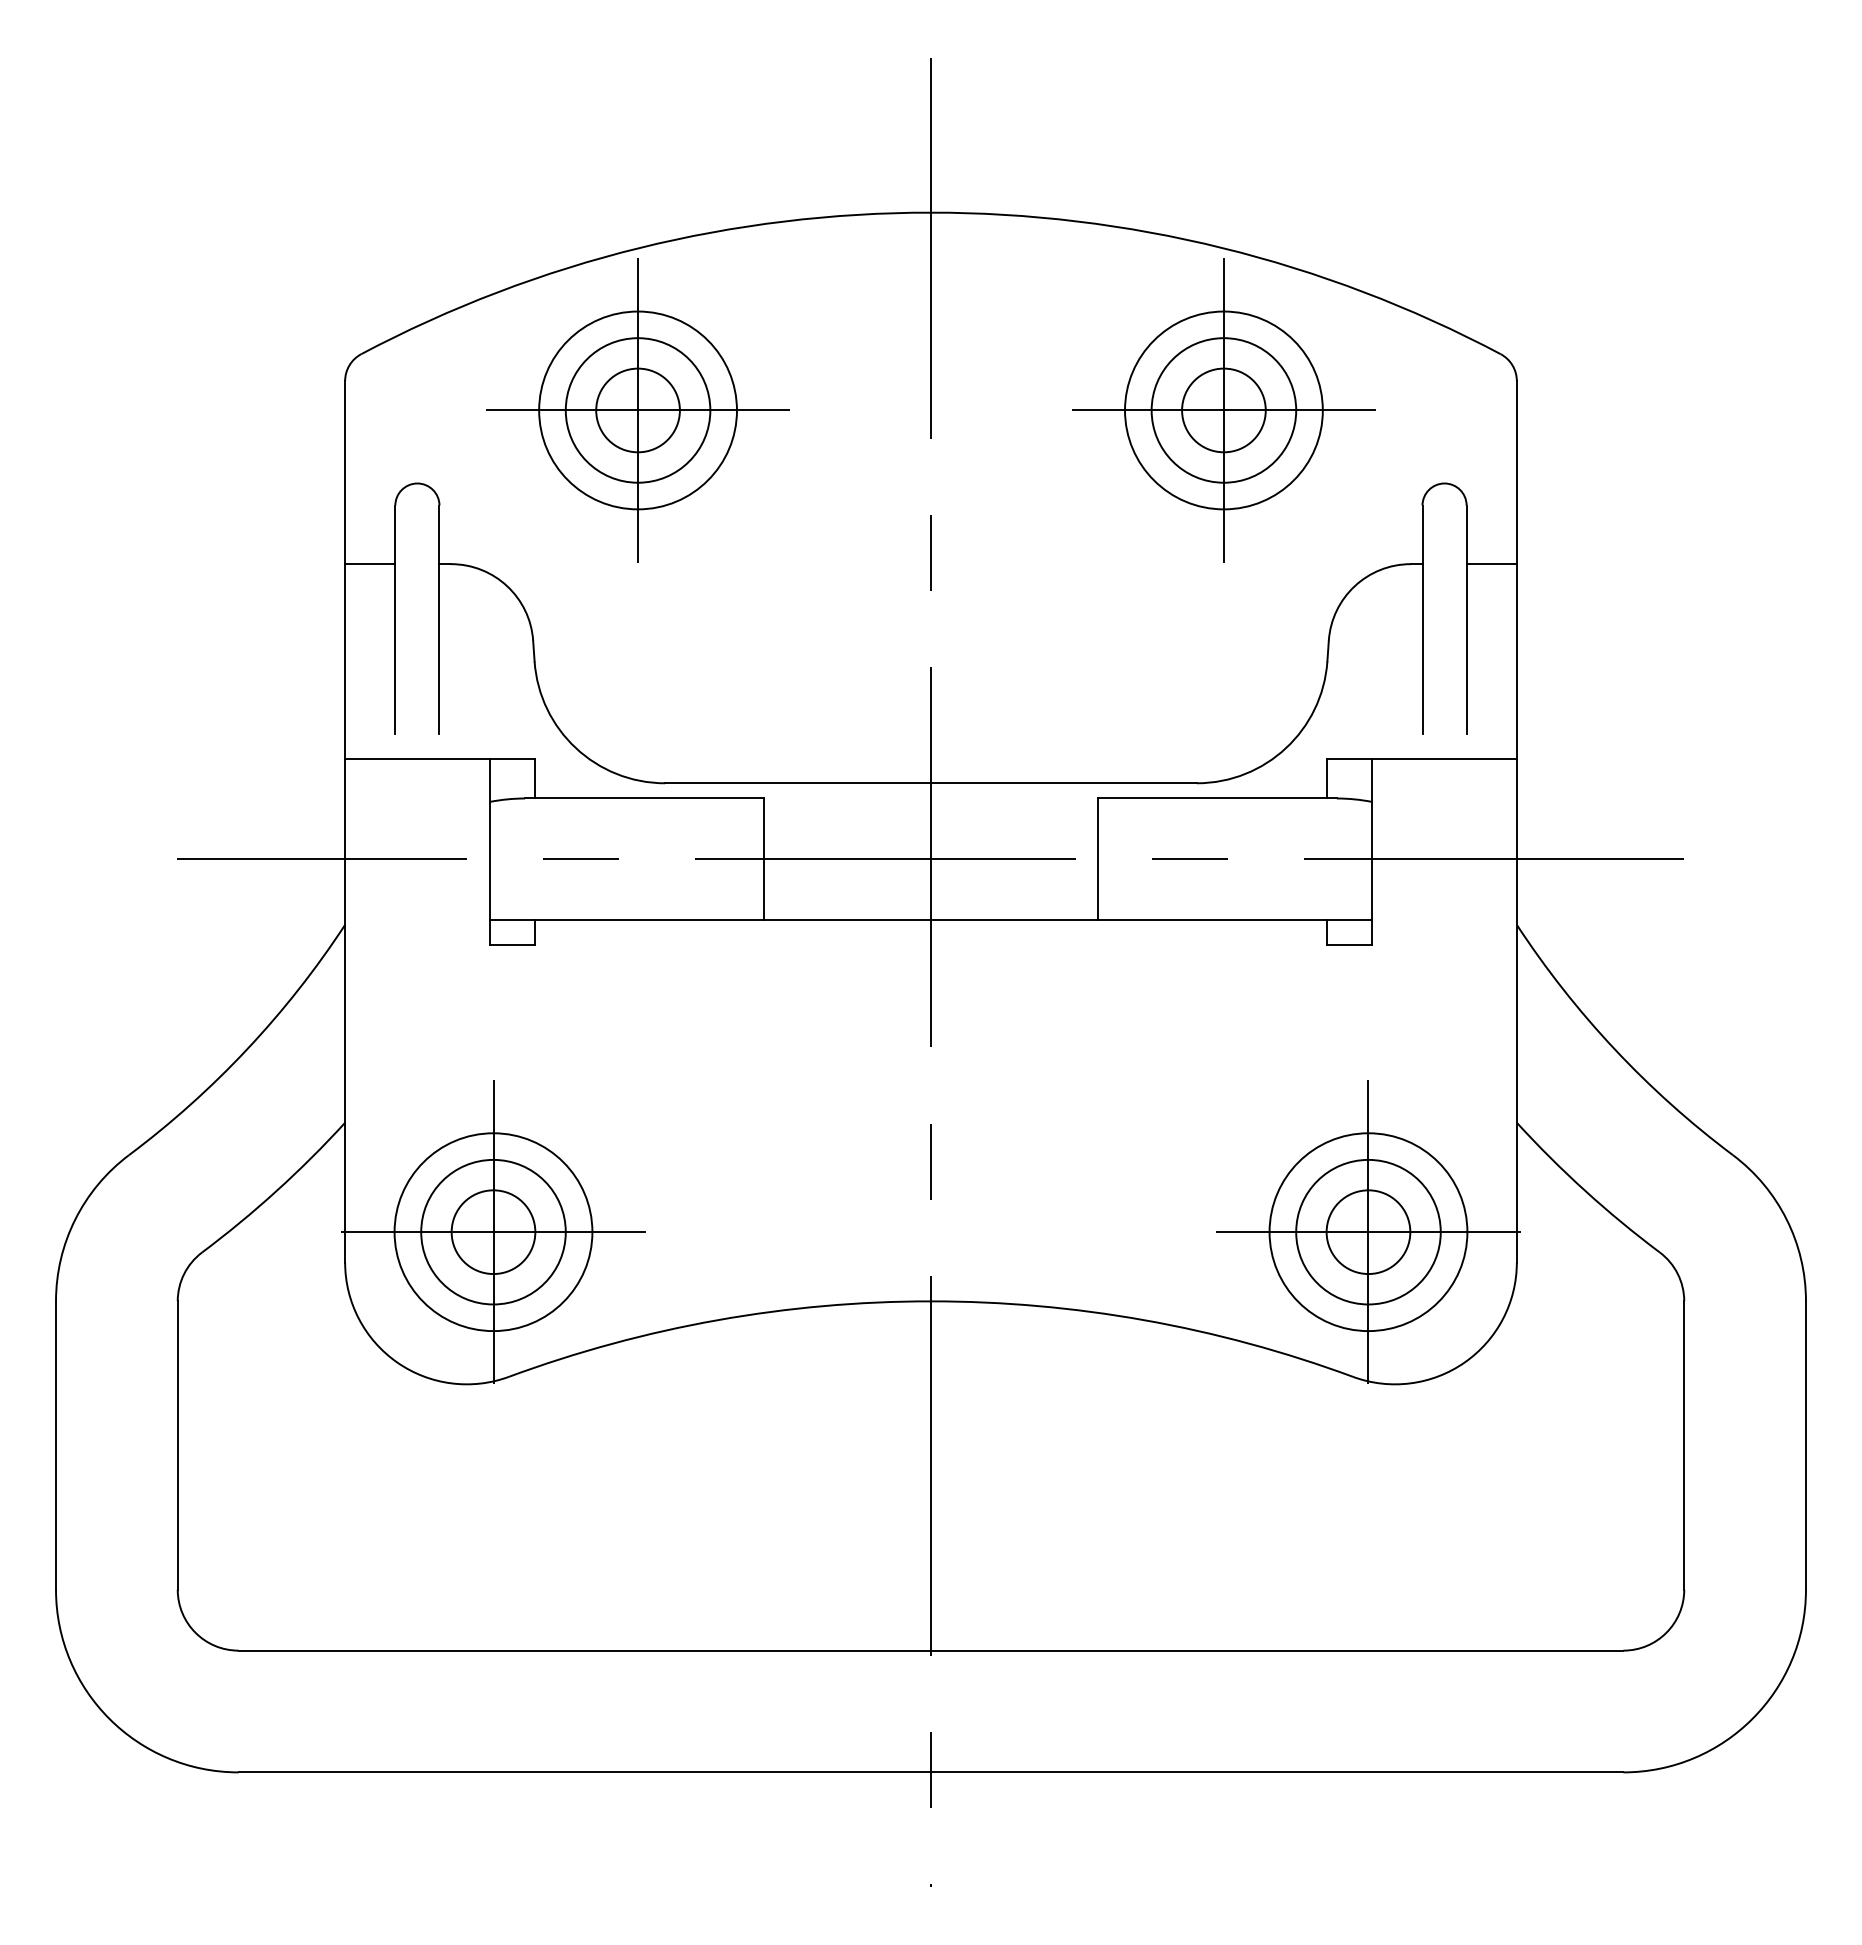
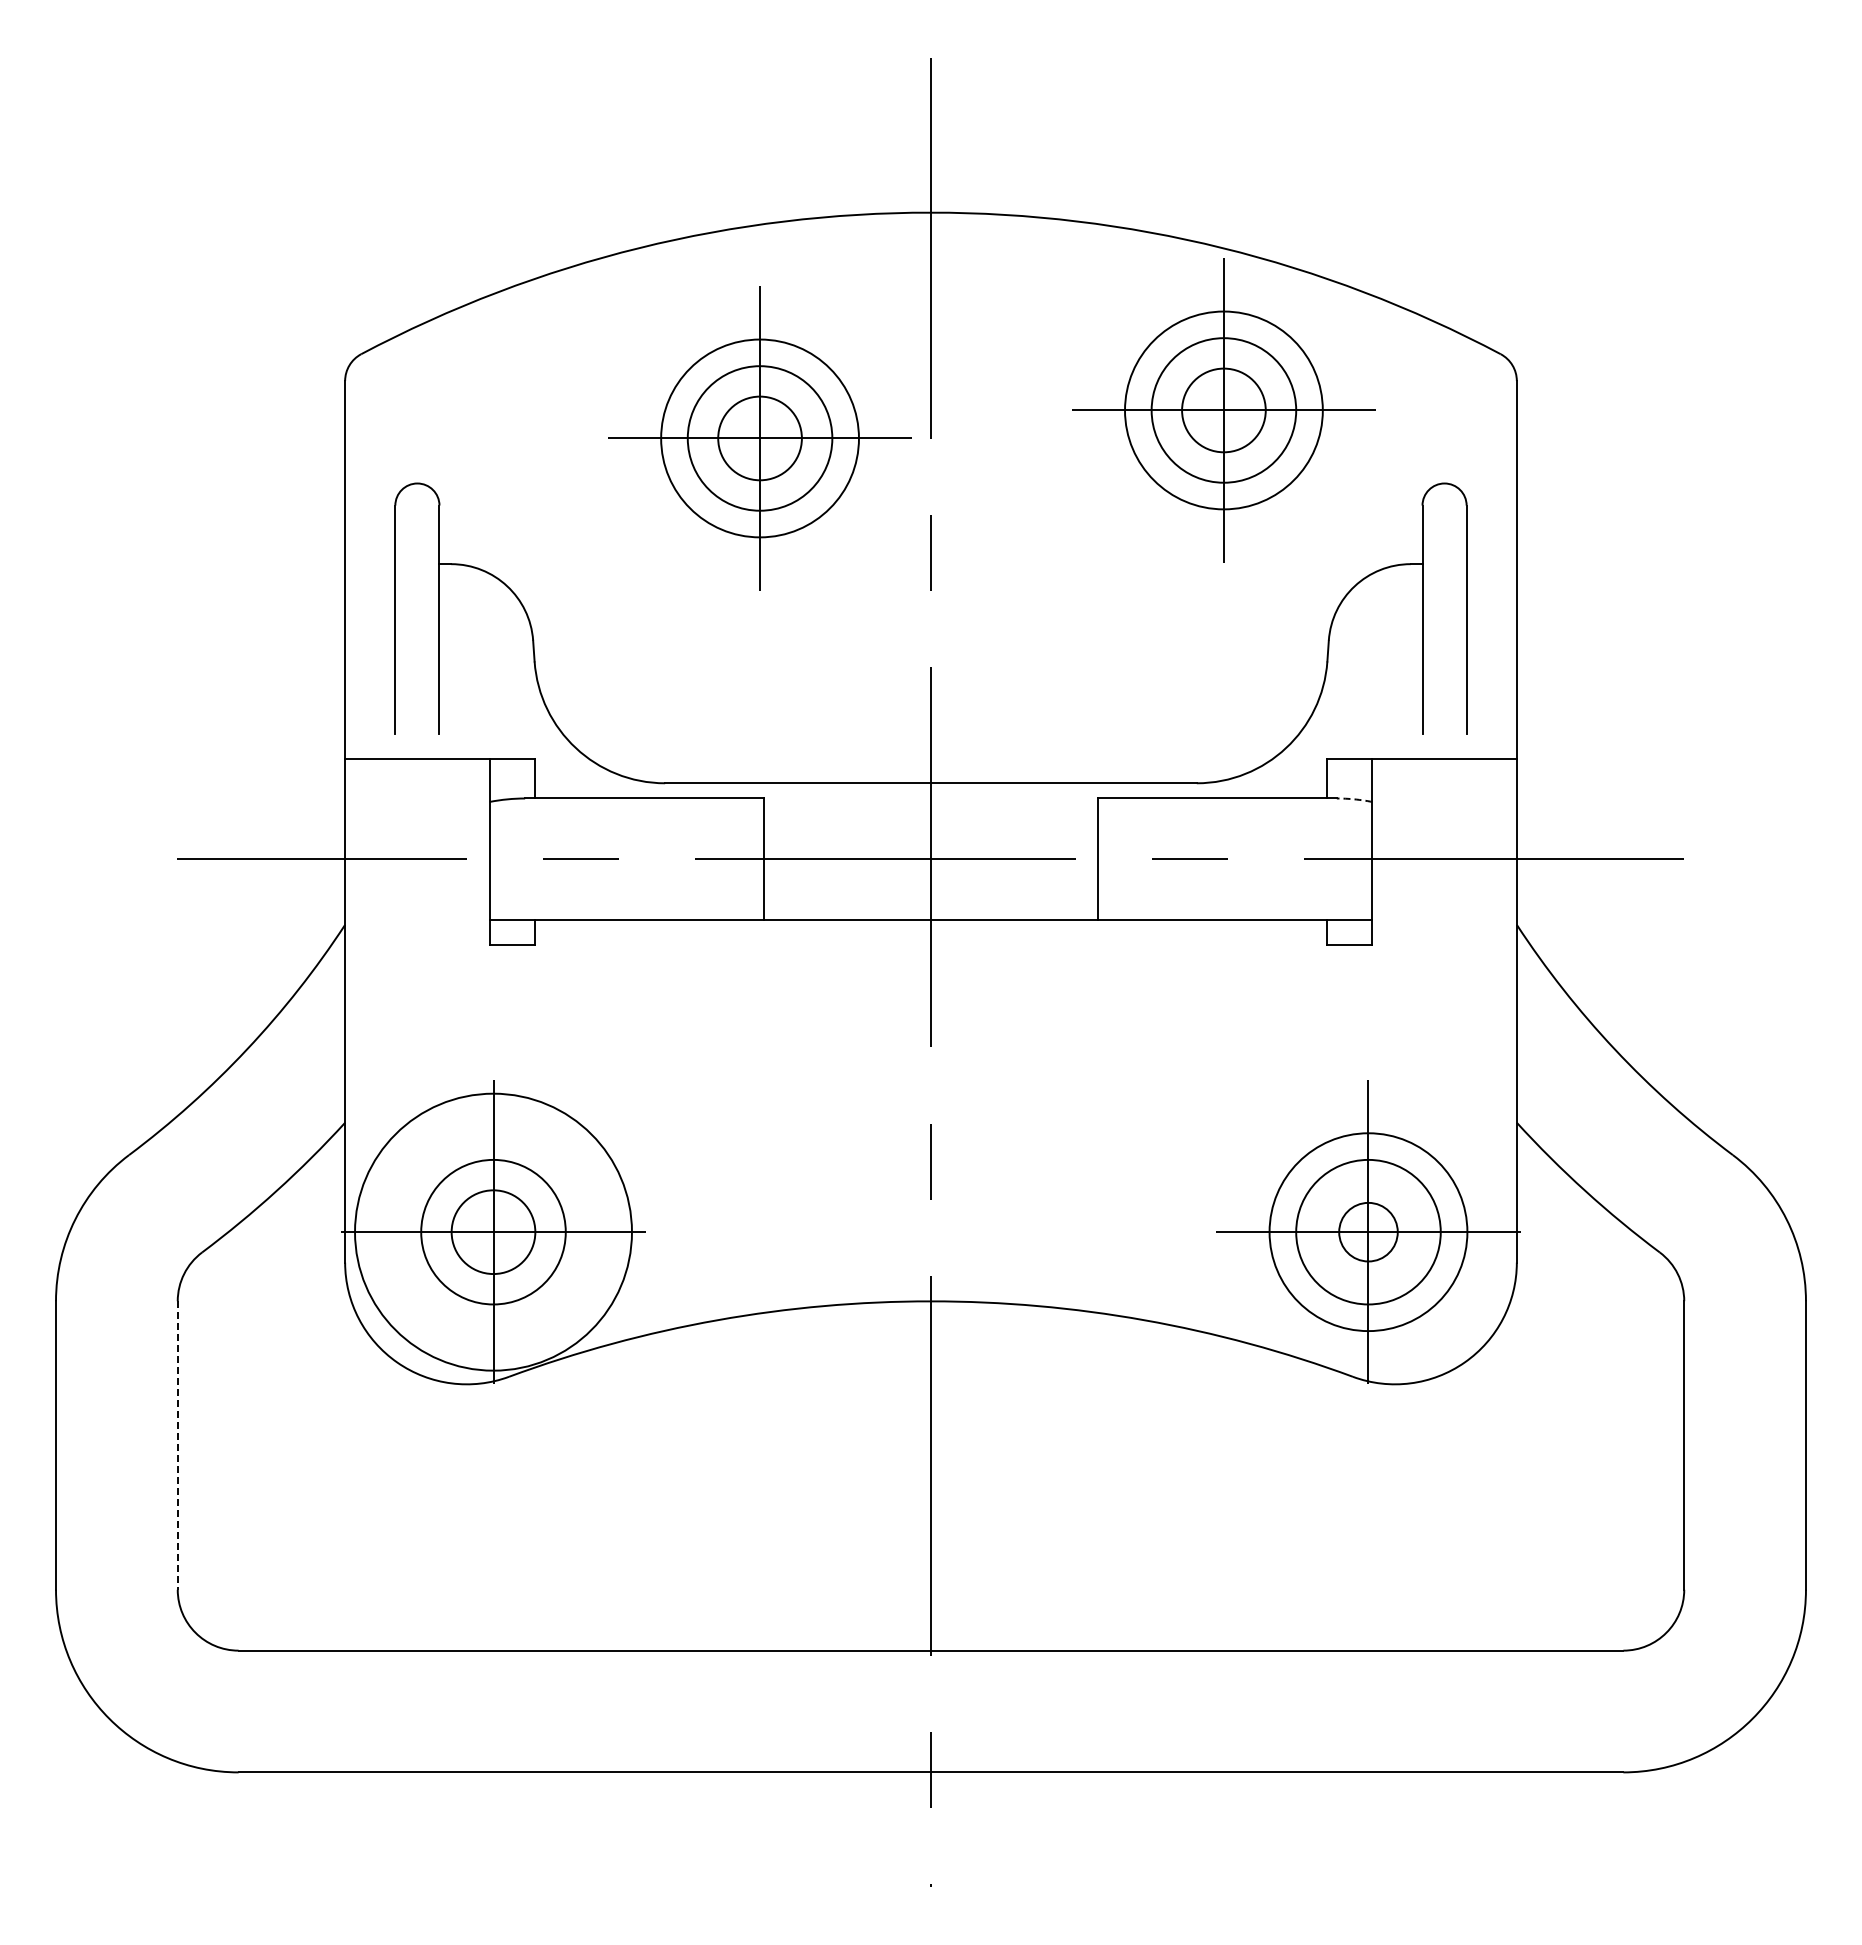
part at (637, 410) position: (637, 410) -> (759, 438)
line at (370, 564): present -> none
line at (1491, 564): present -> none
arc at (1354, 799): solid -> dashed
circle at (493, 1232) diameter: 198 px -> 277 px
circle at (1368, 1232) diameter: 84 px -> 59 px
line at (177, 1446): solid -> dashed
